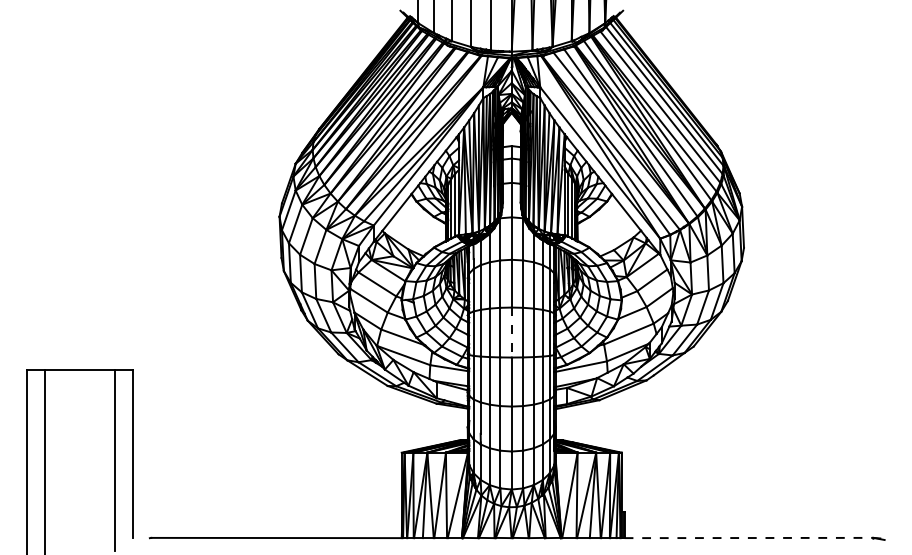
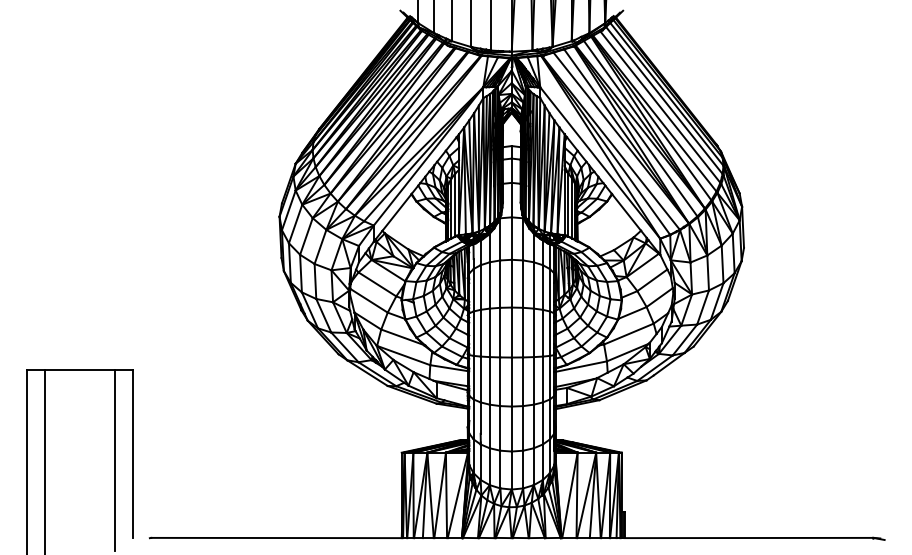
line at (511, 332): dashed -> solid
line at (749, 538): dashed -> solid
